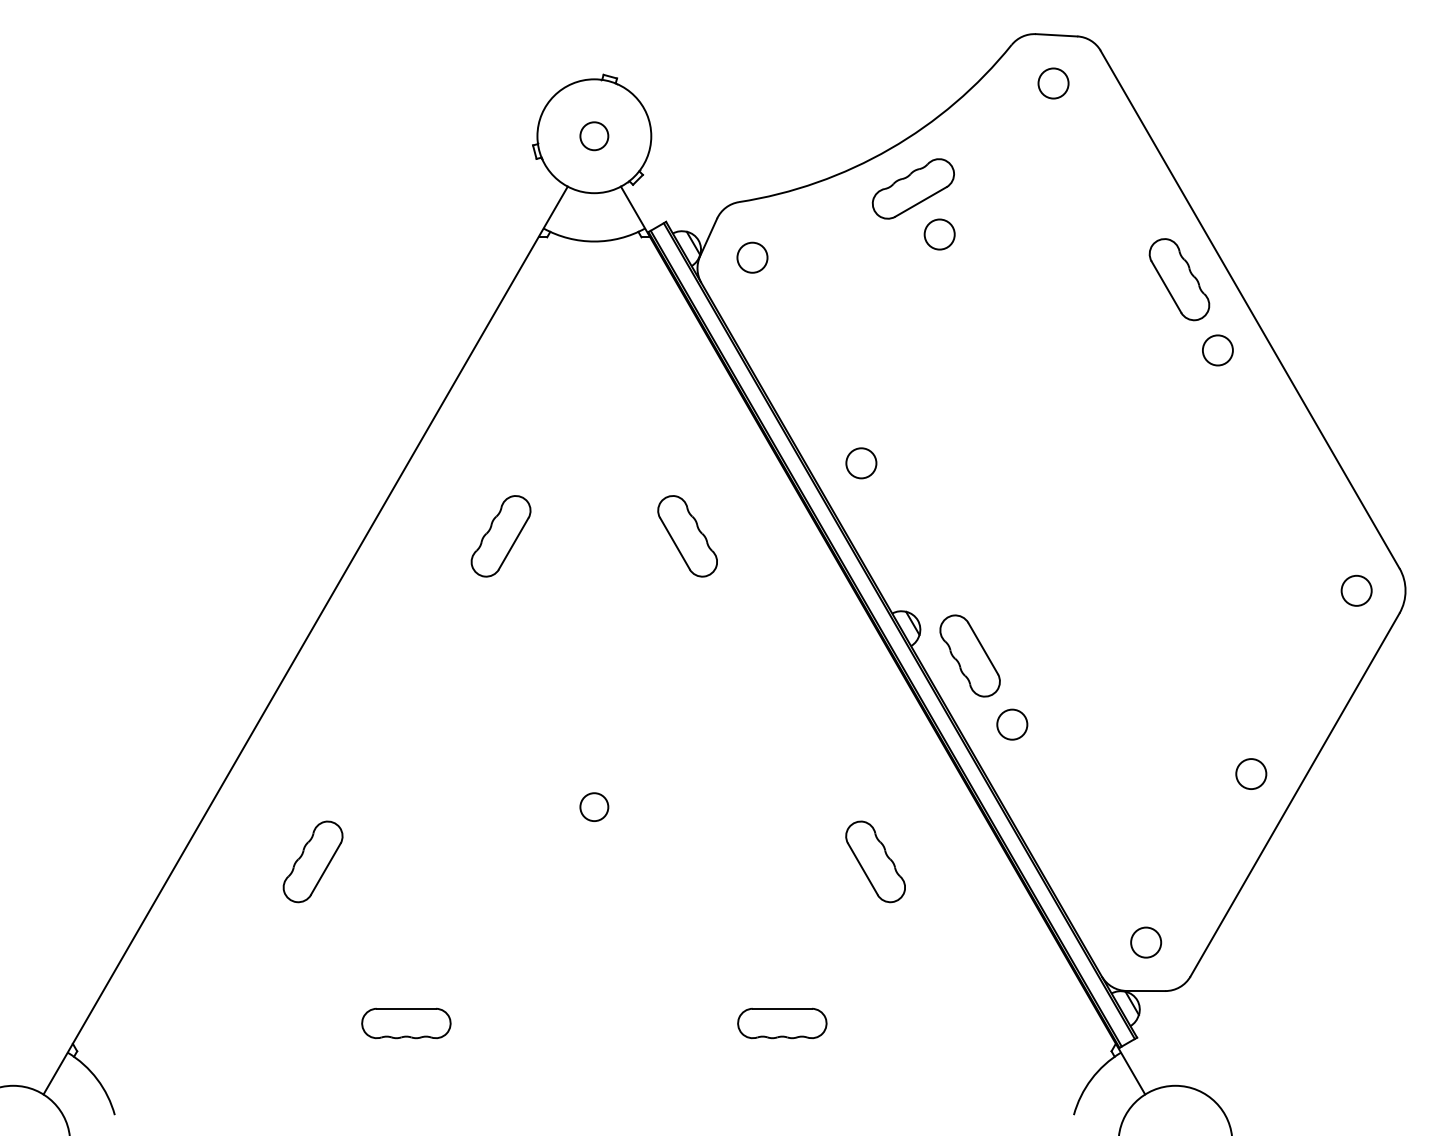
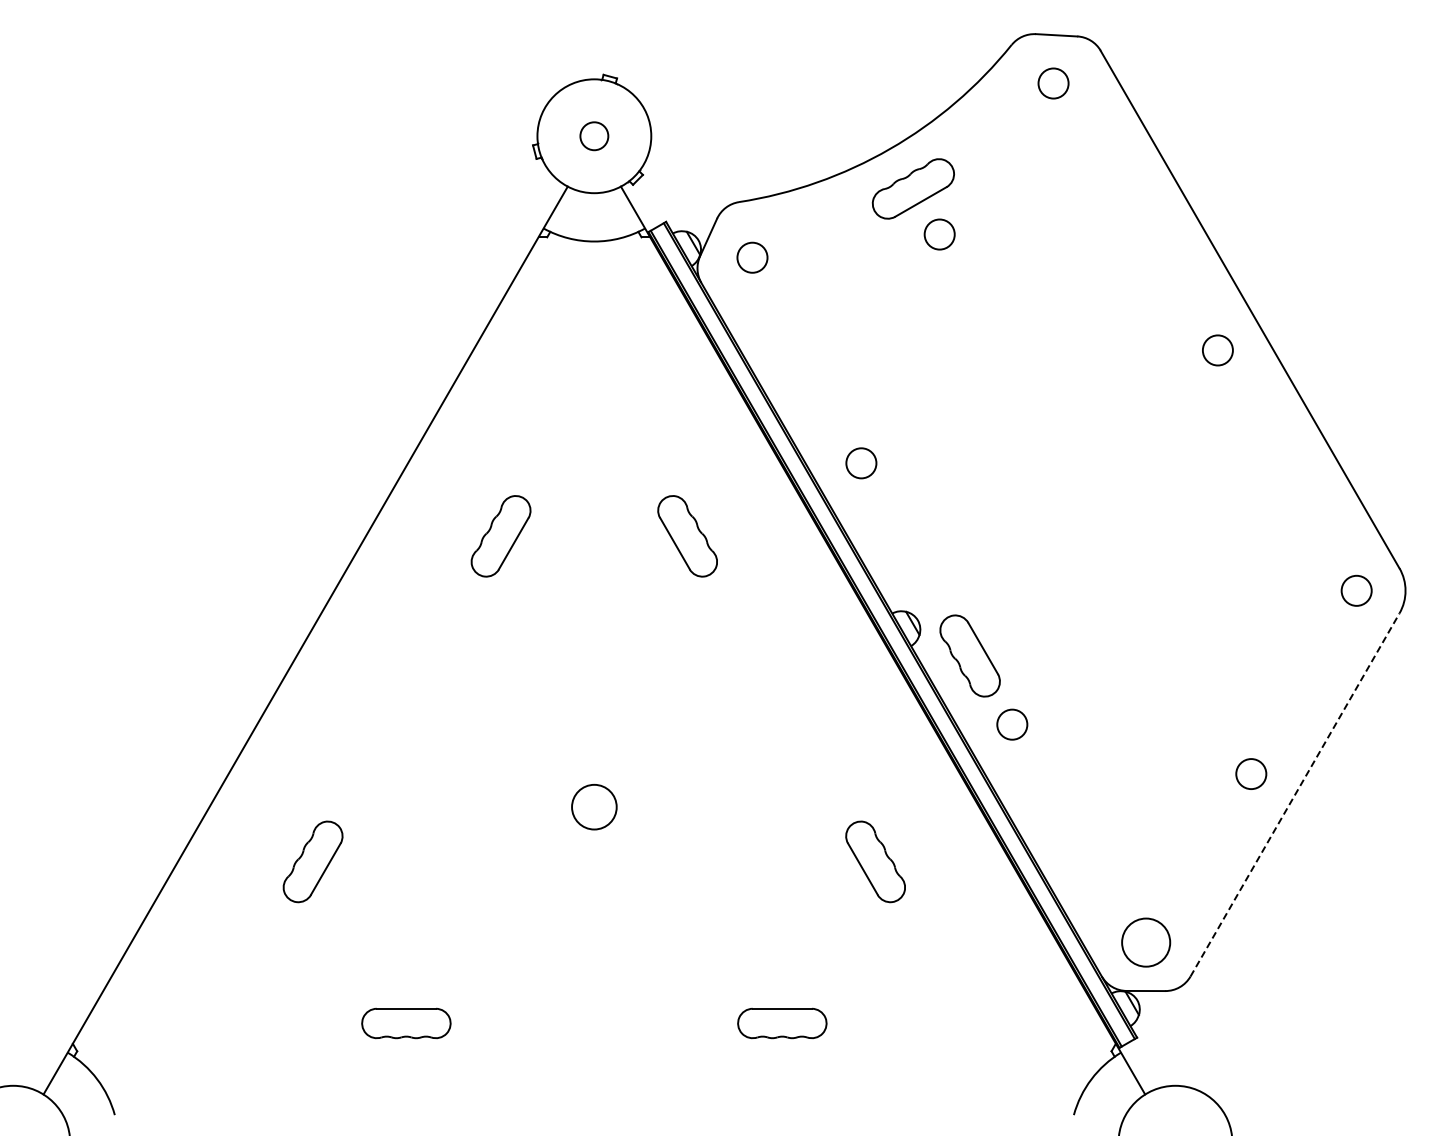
part at (1179, 279): present -> none
line at (1295, 794): solid -> dashed
circle at (594, 807) diameter: 28 px -> 45 px
circle at (1146, 942) diameter: 30 px -> 48 px
